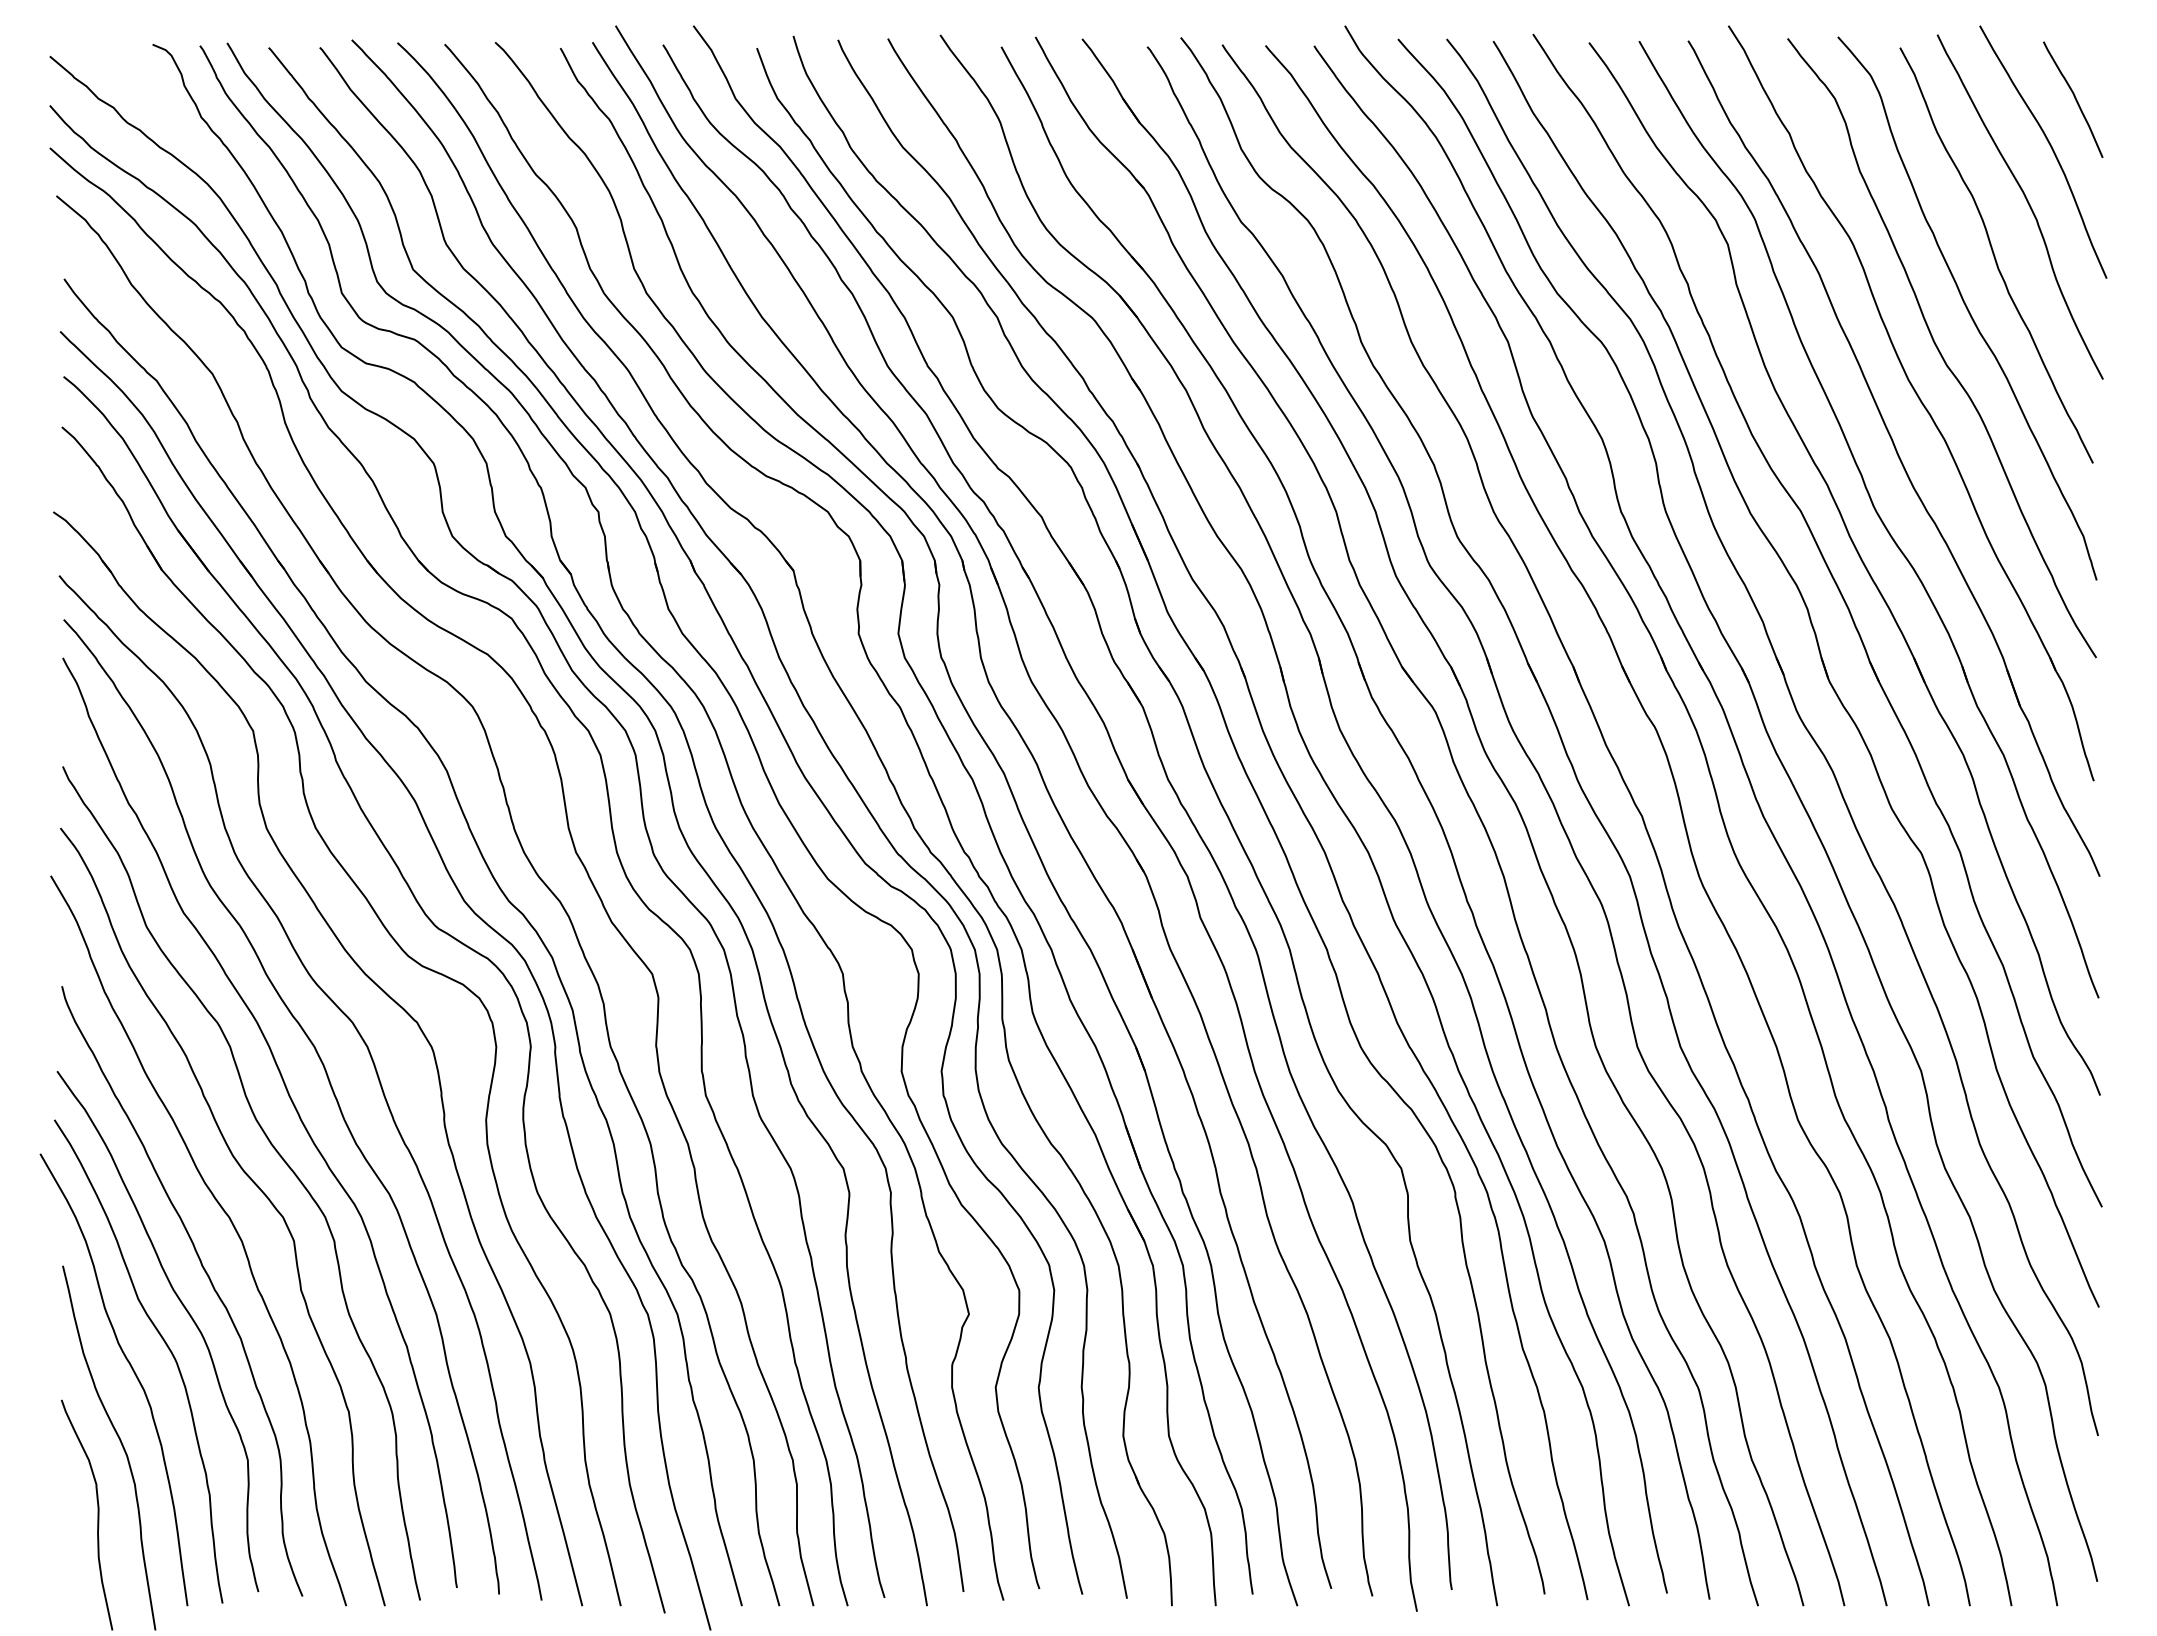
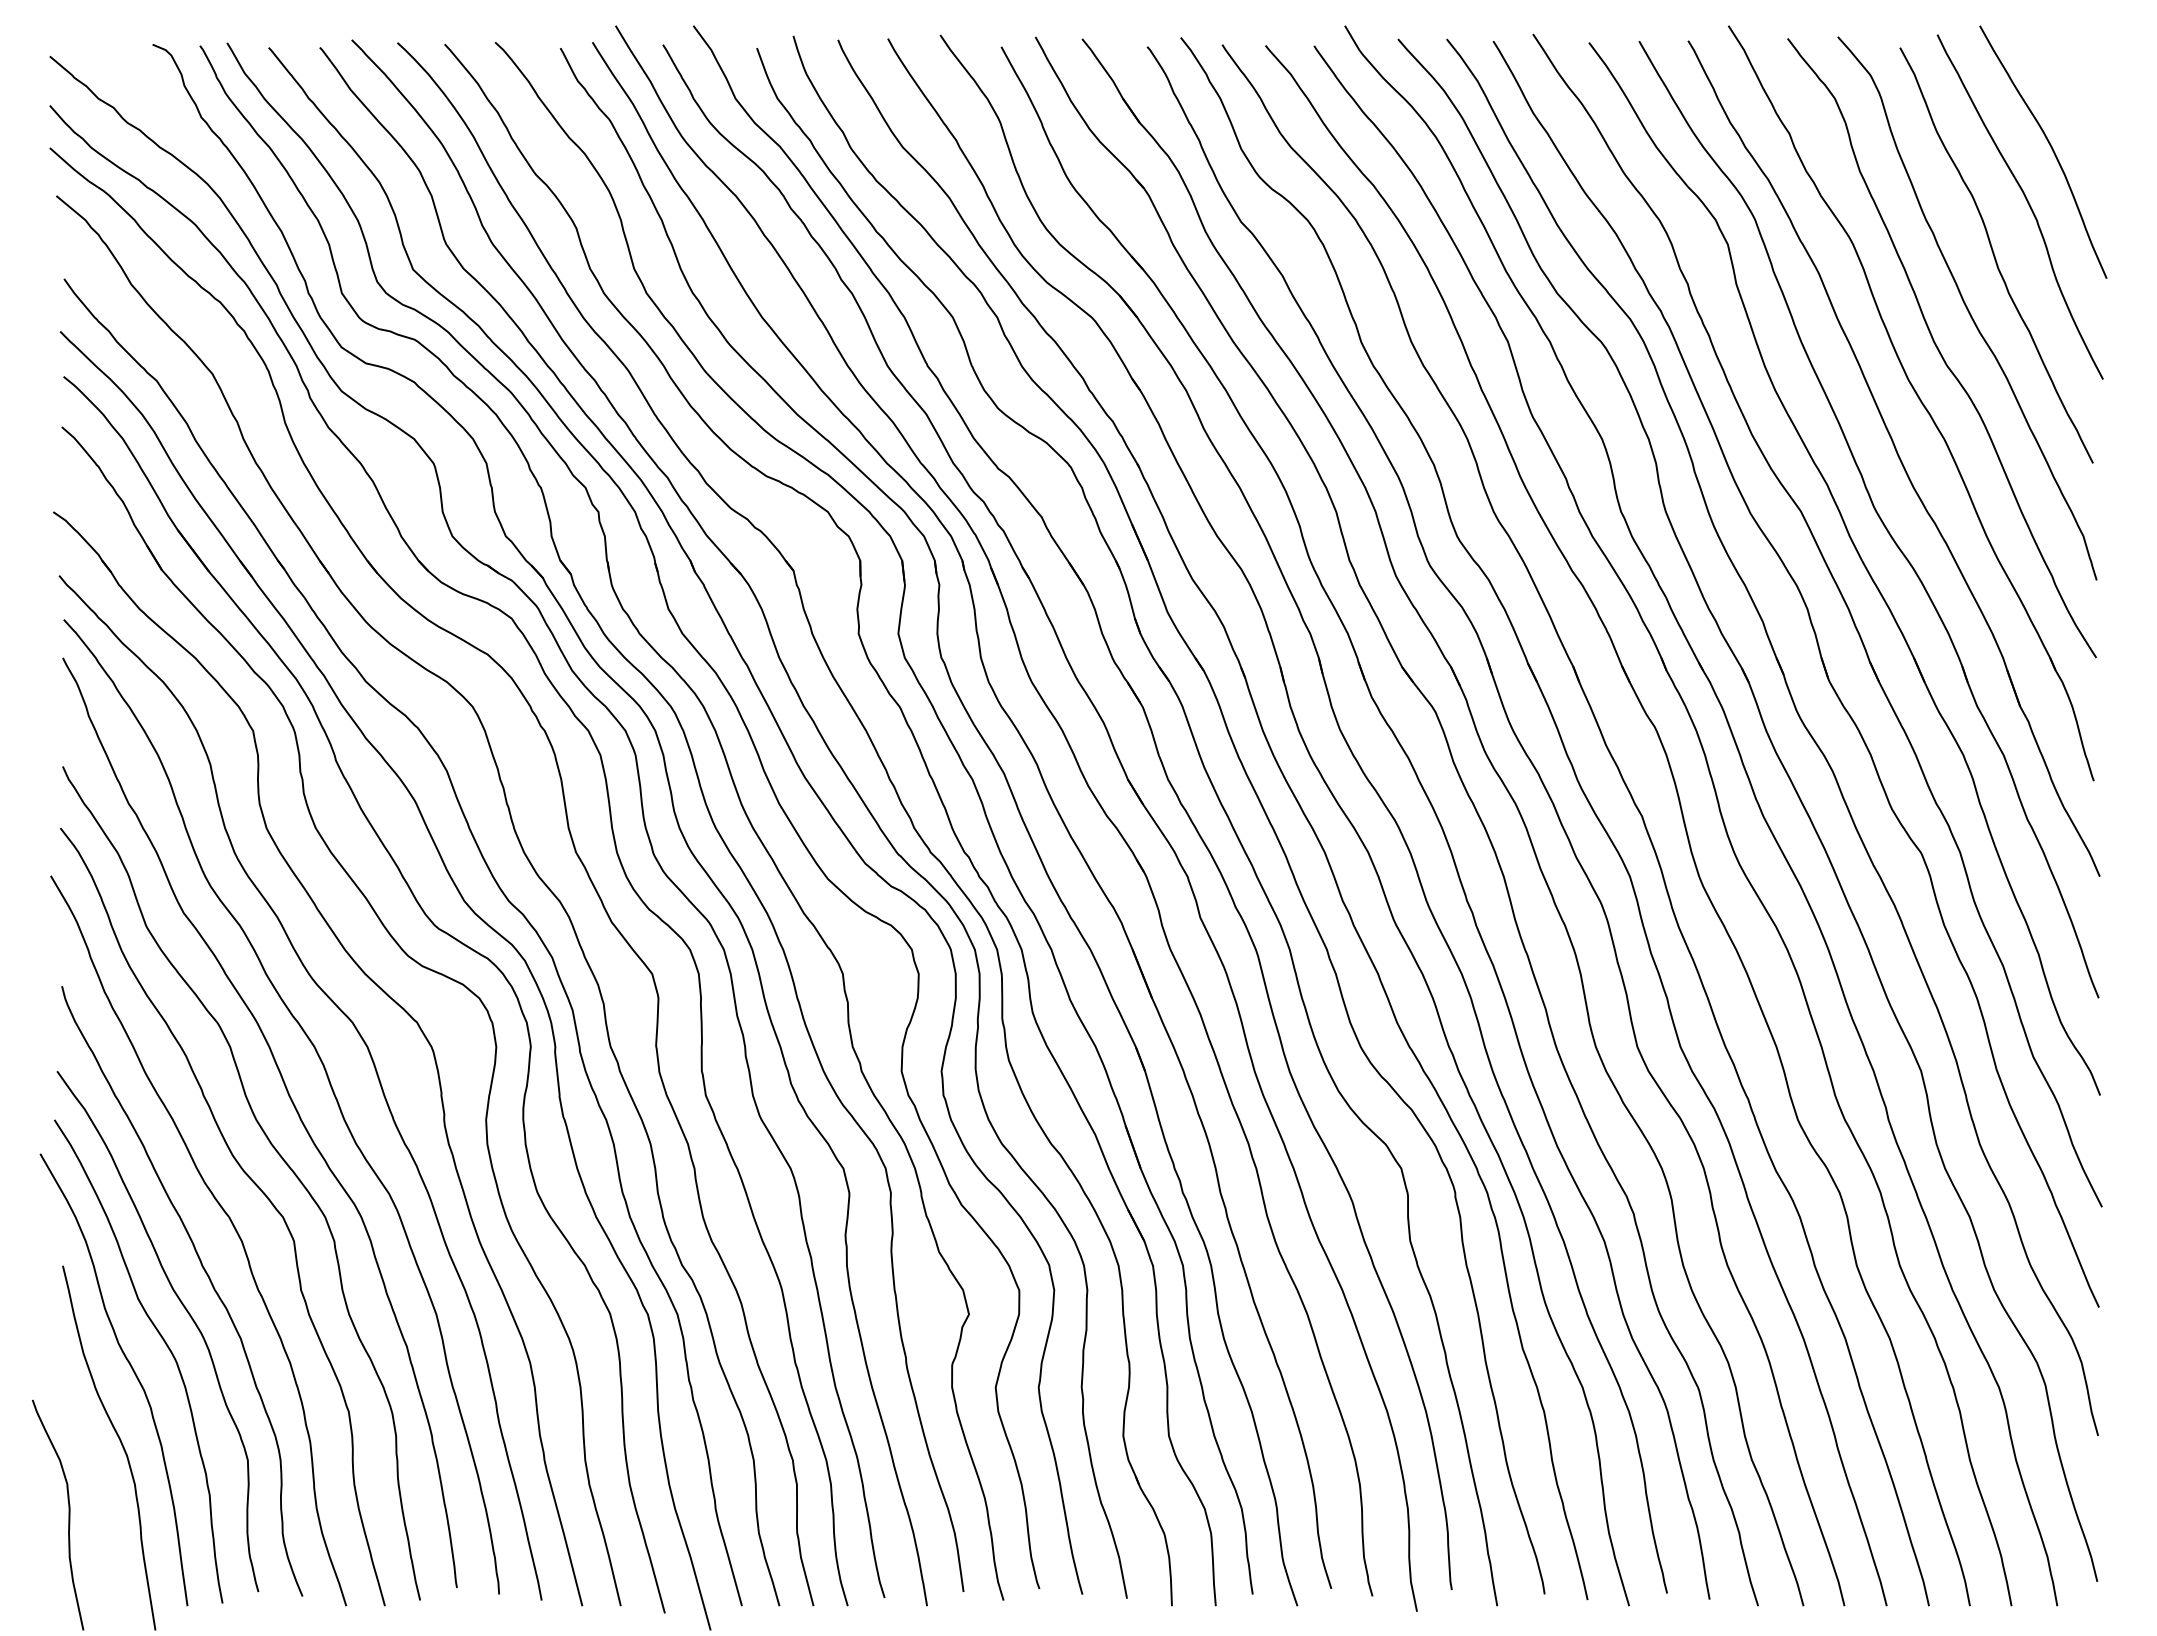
curve at (2074, 98): present -> none
curve at (97, 1514) position: (97, 1514) -> (68, 1514)
